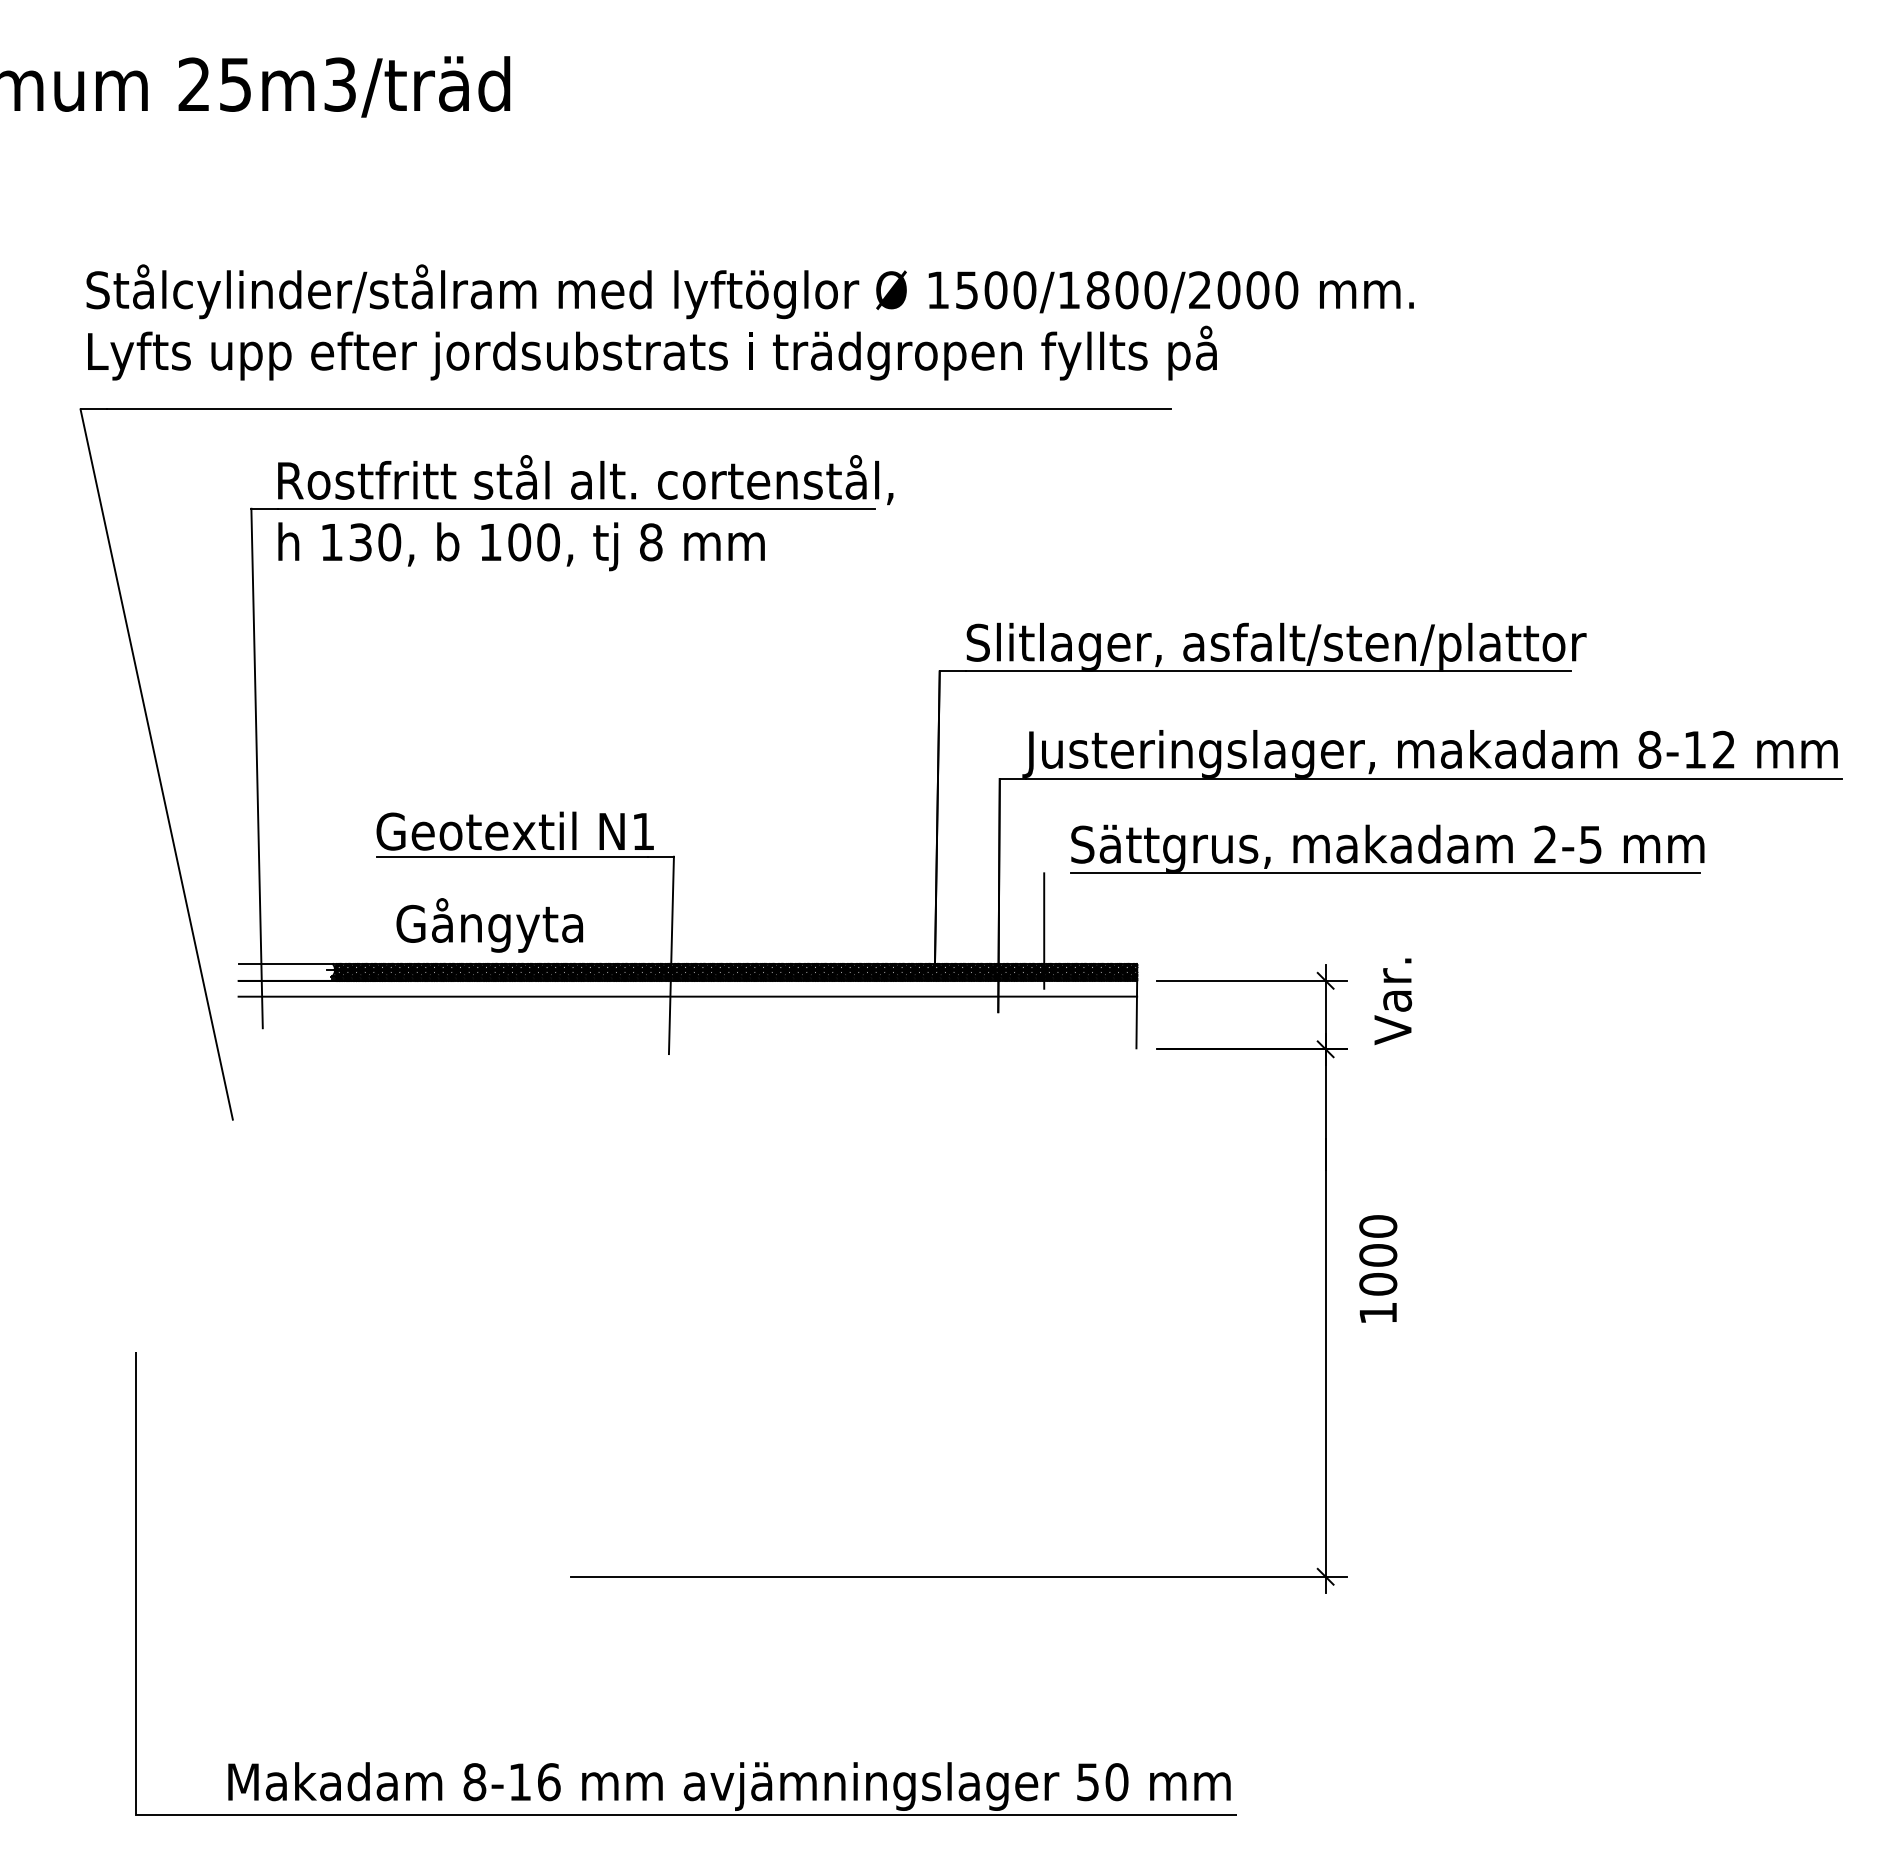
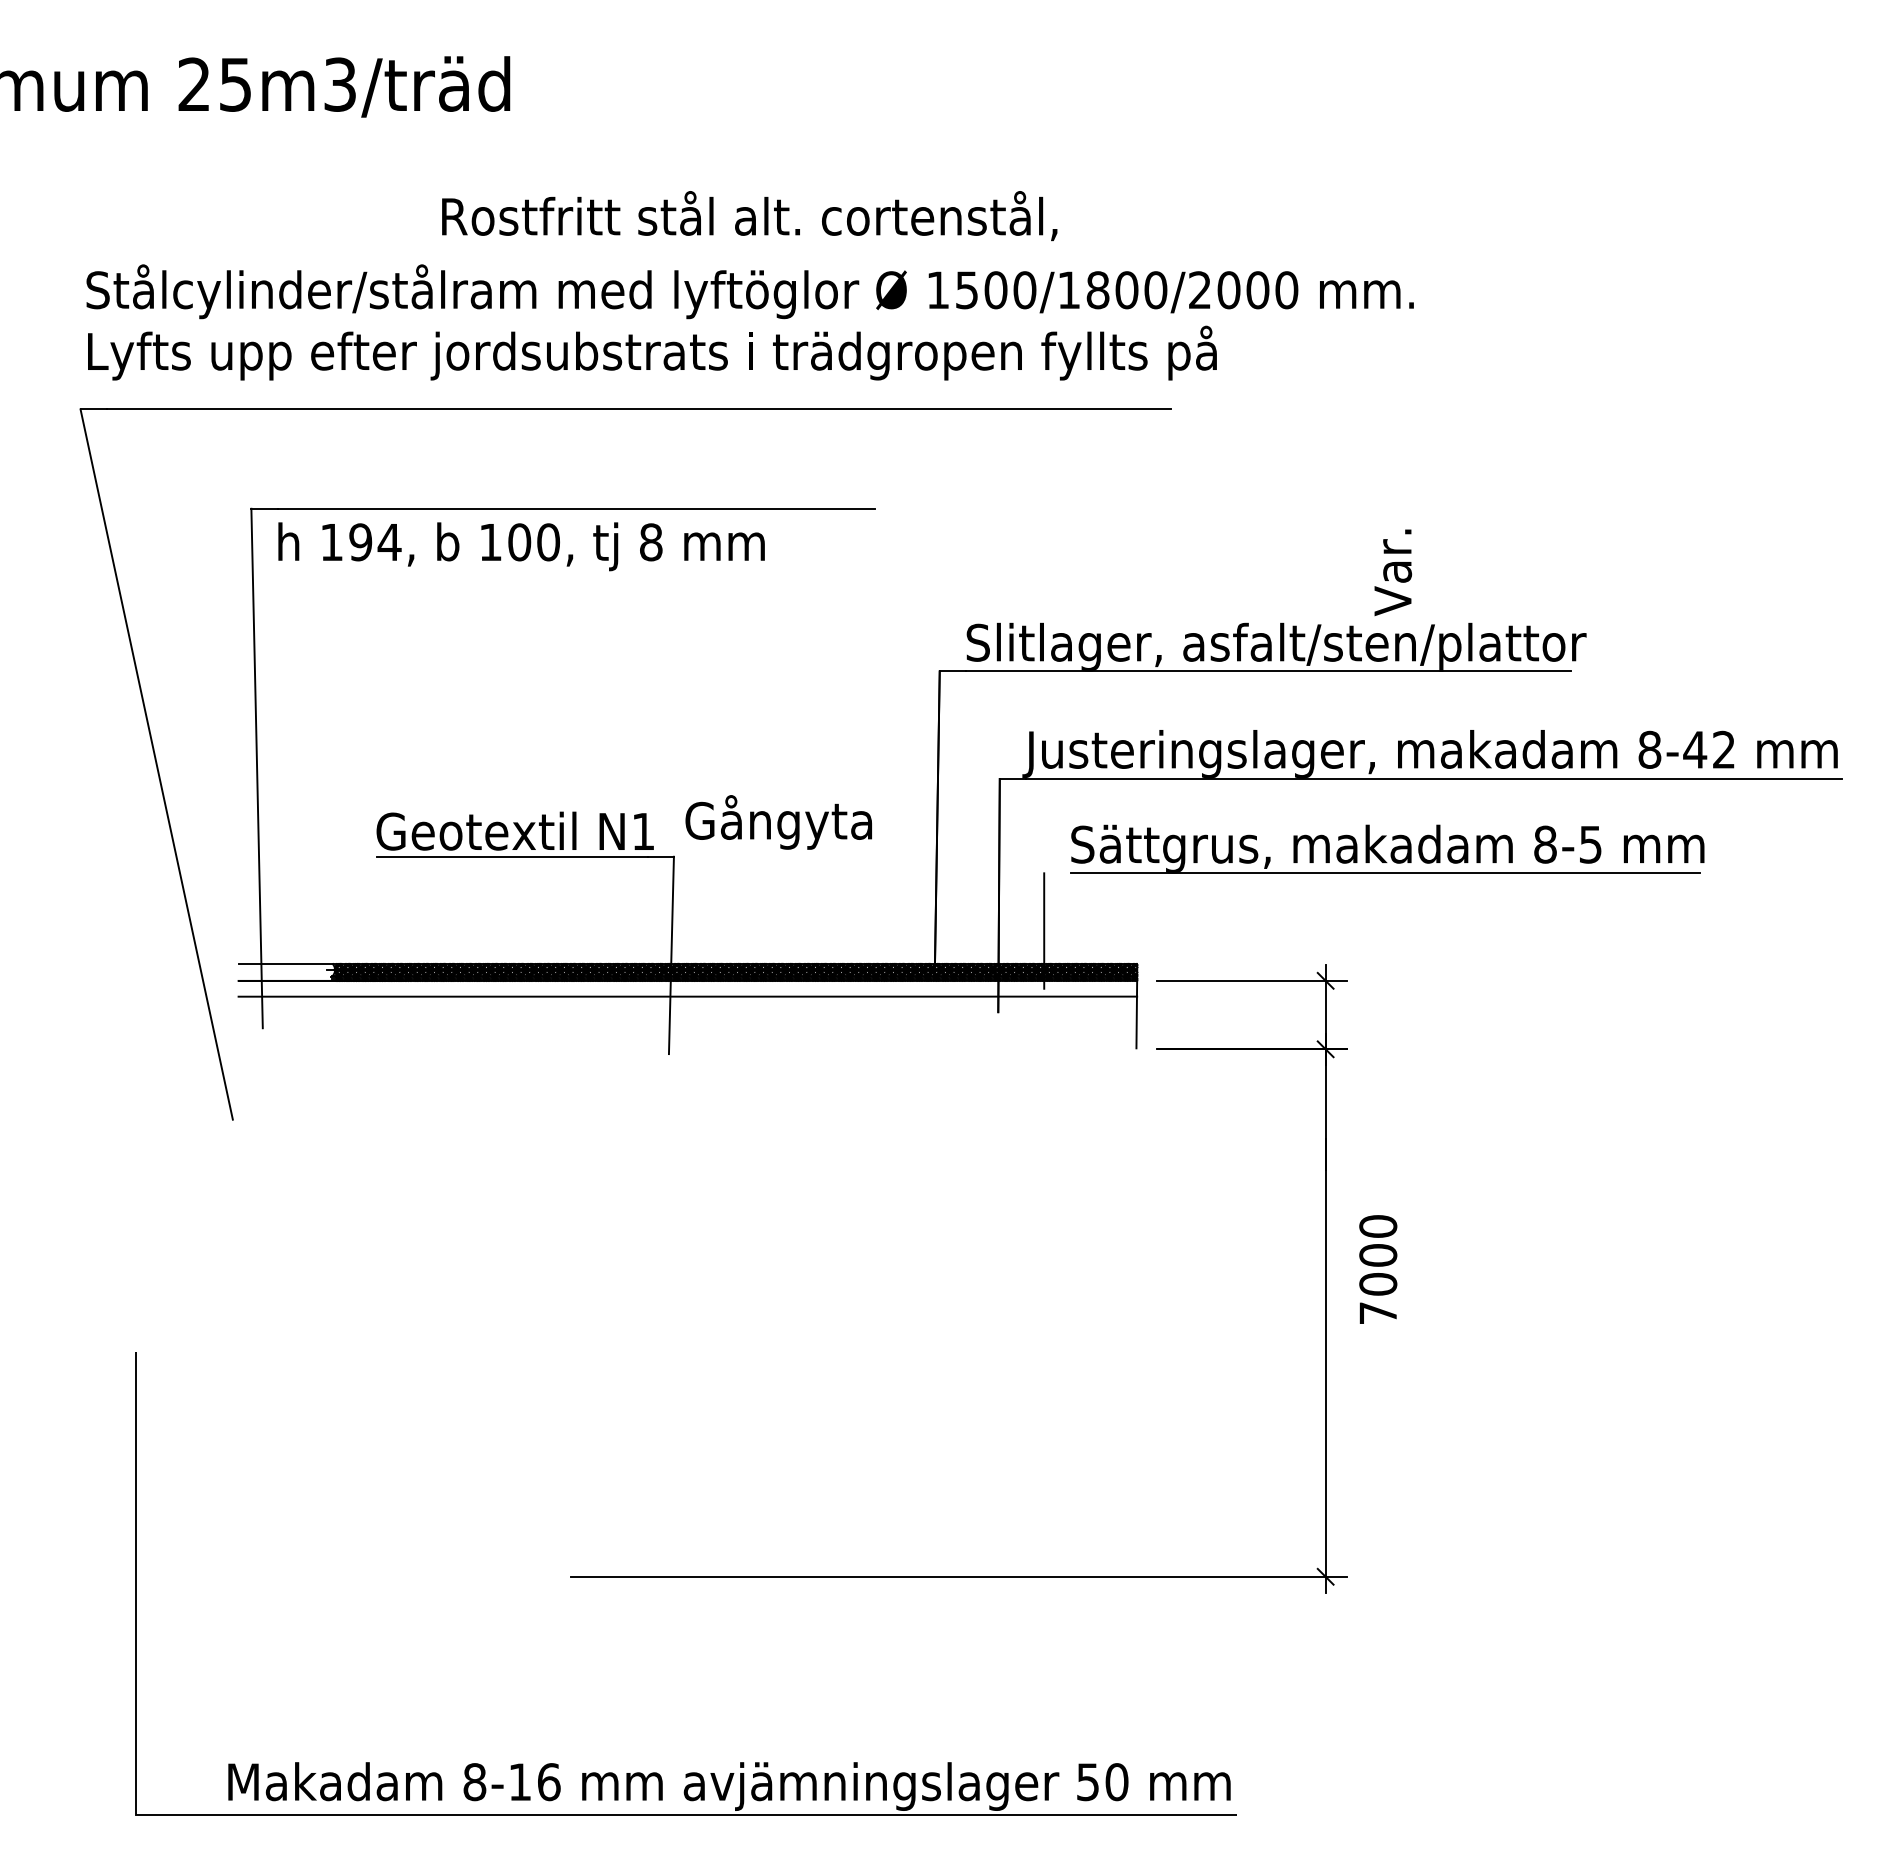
text at (585, 480) position: (585, 480) -> (749, 216)
text at (375, 542): 130, -> 194,
text at (1695, 749): 8-12 -> 8-42
text at (1545, 844): 2-5 -> 8-5
text at (489, 925) position: (489, 925) -> (778, 822)
text at (1393, 1001) position: (1393, 1001) -> (1393, 572)
text at (1377, 1312): 1000 -> 7000
